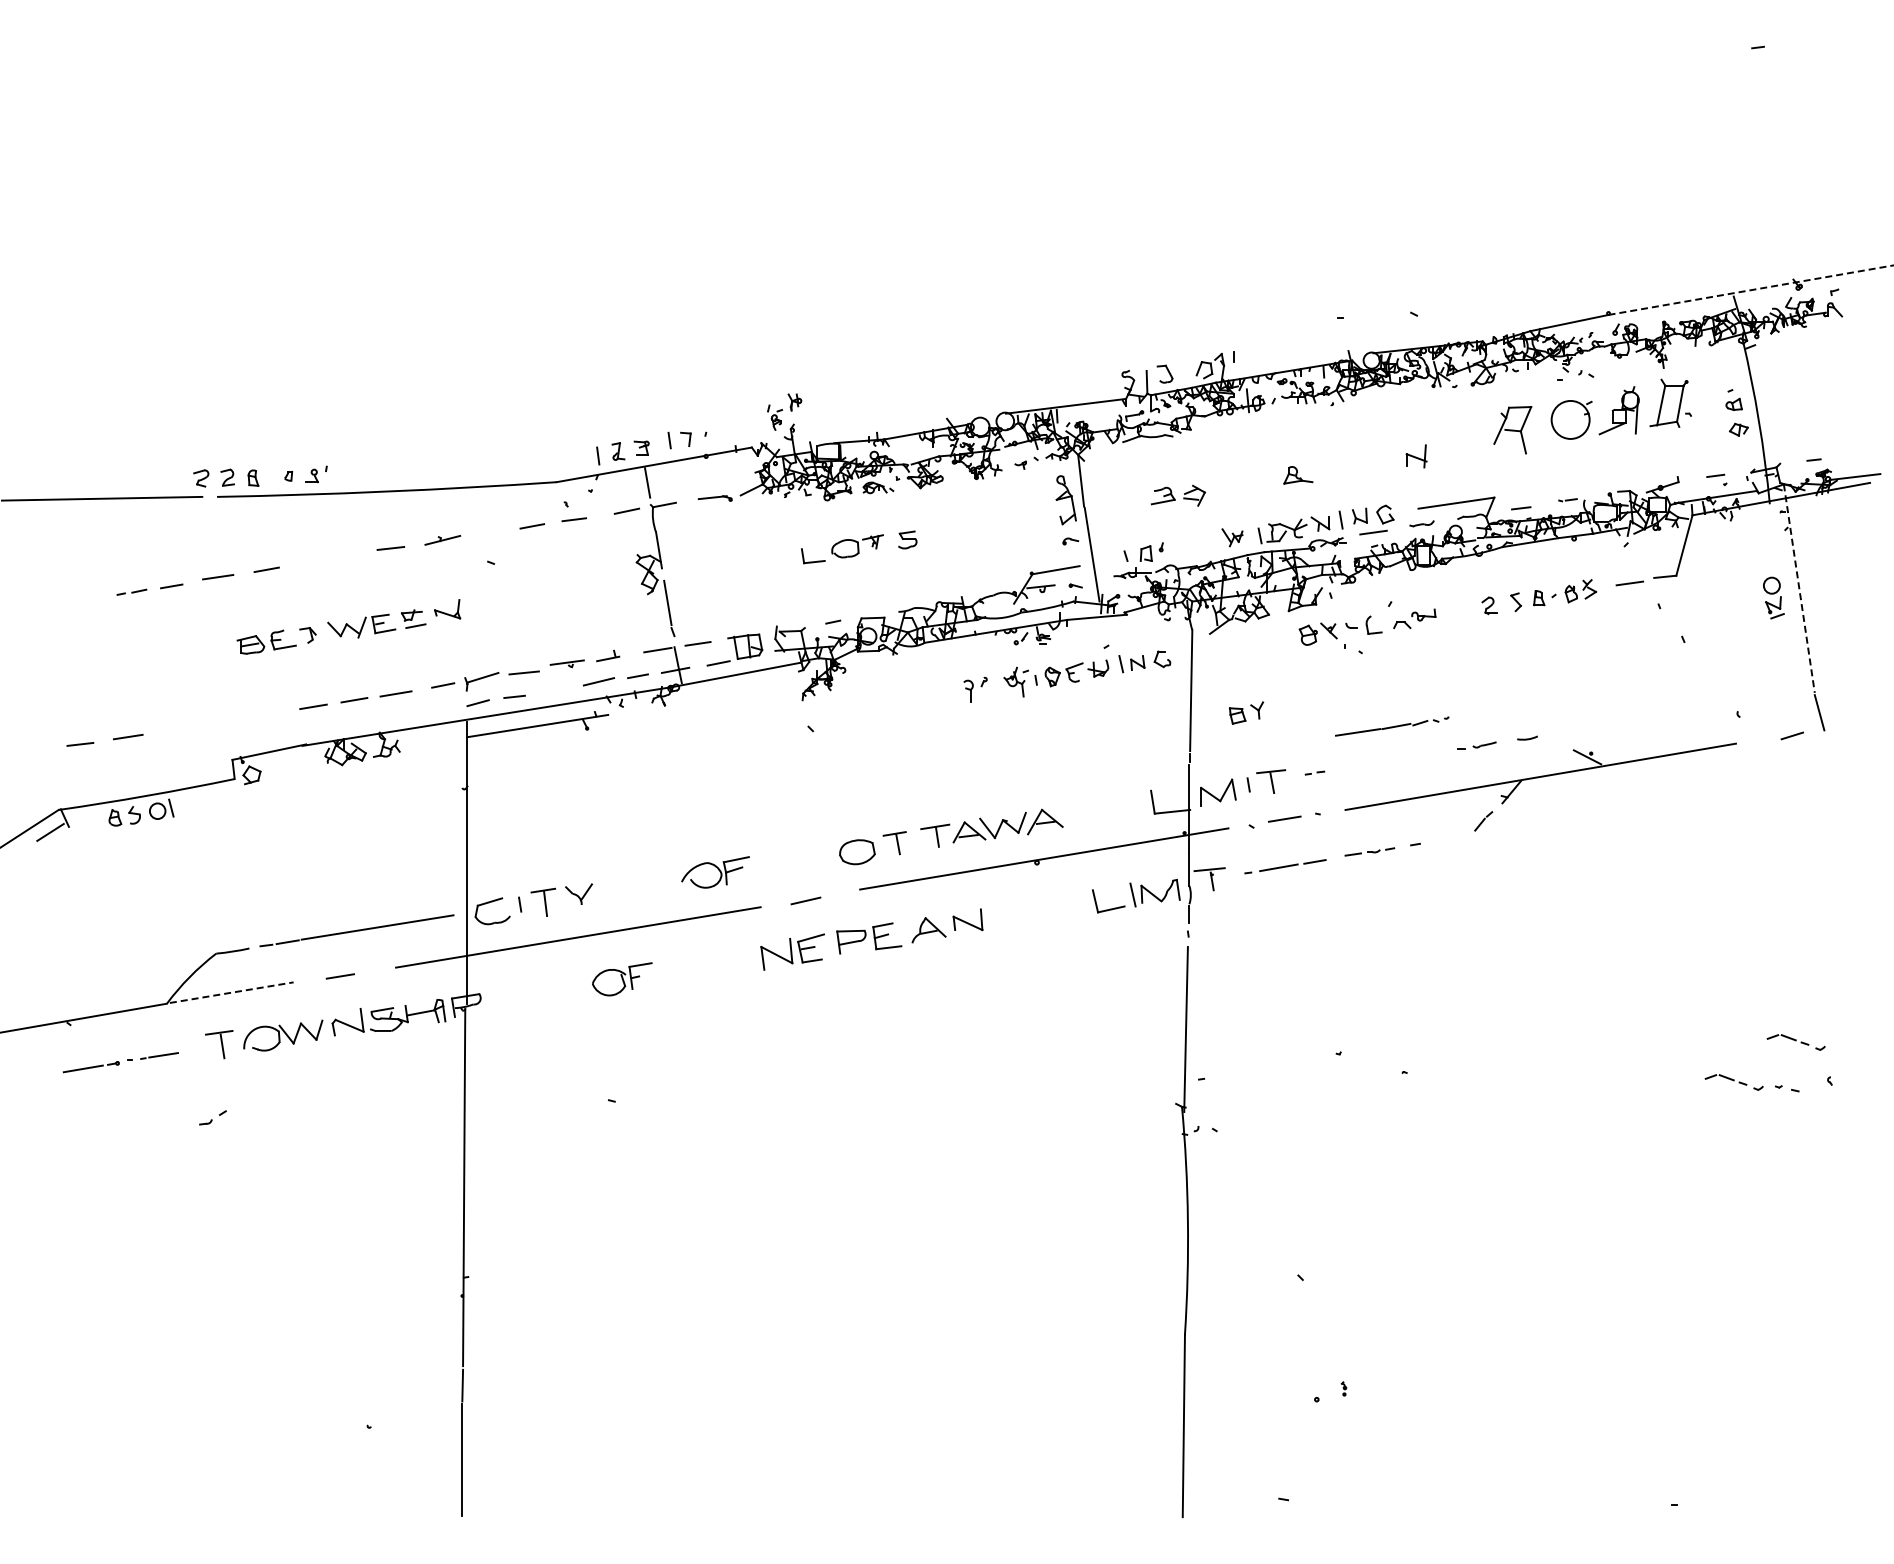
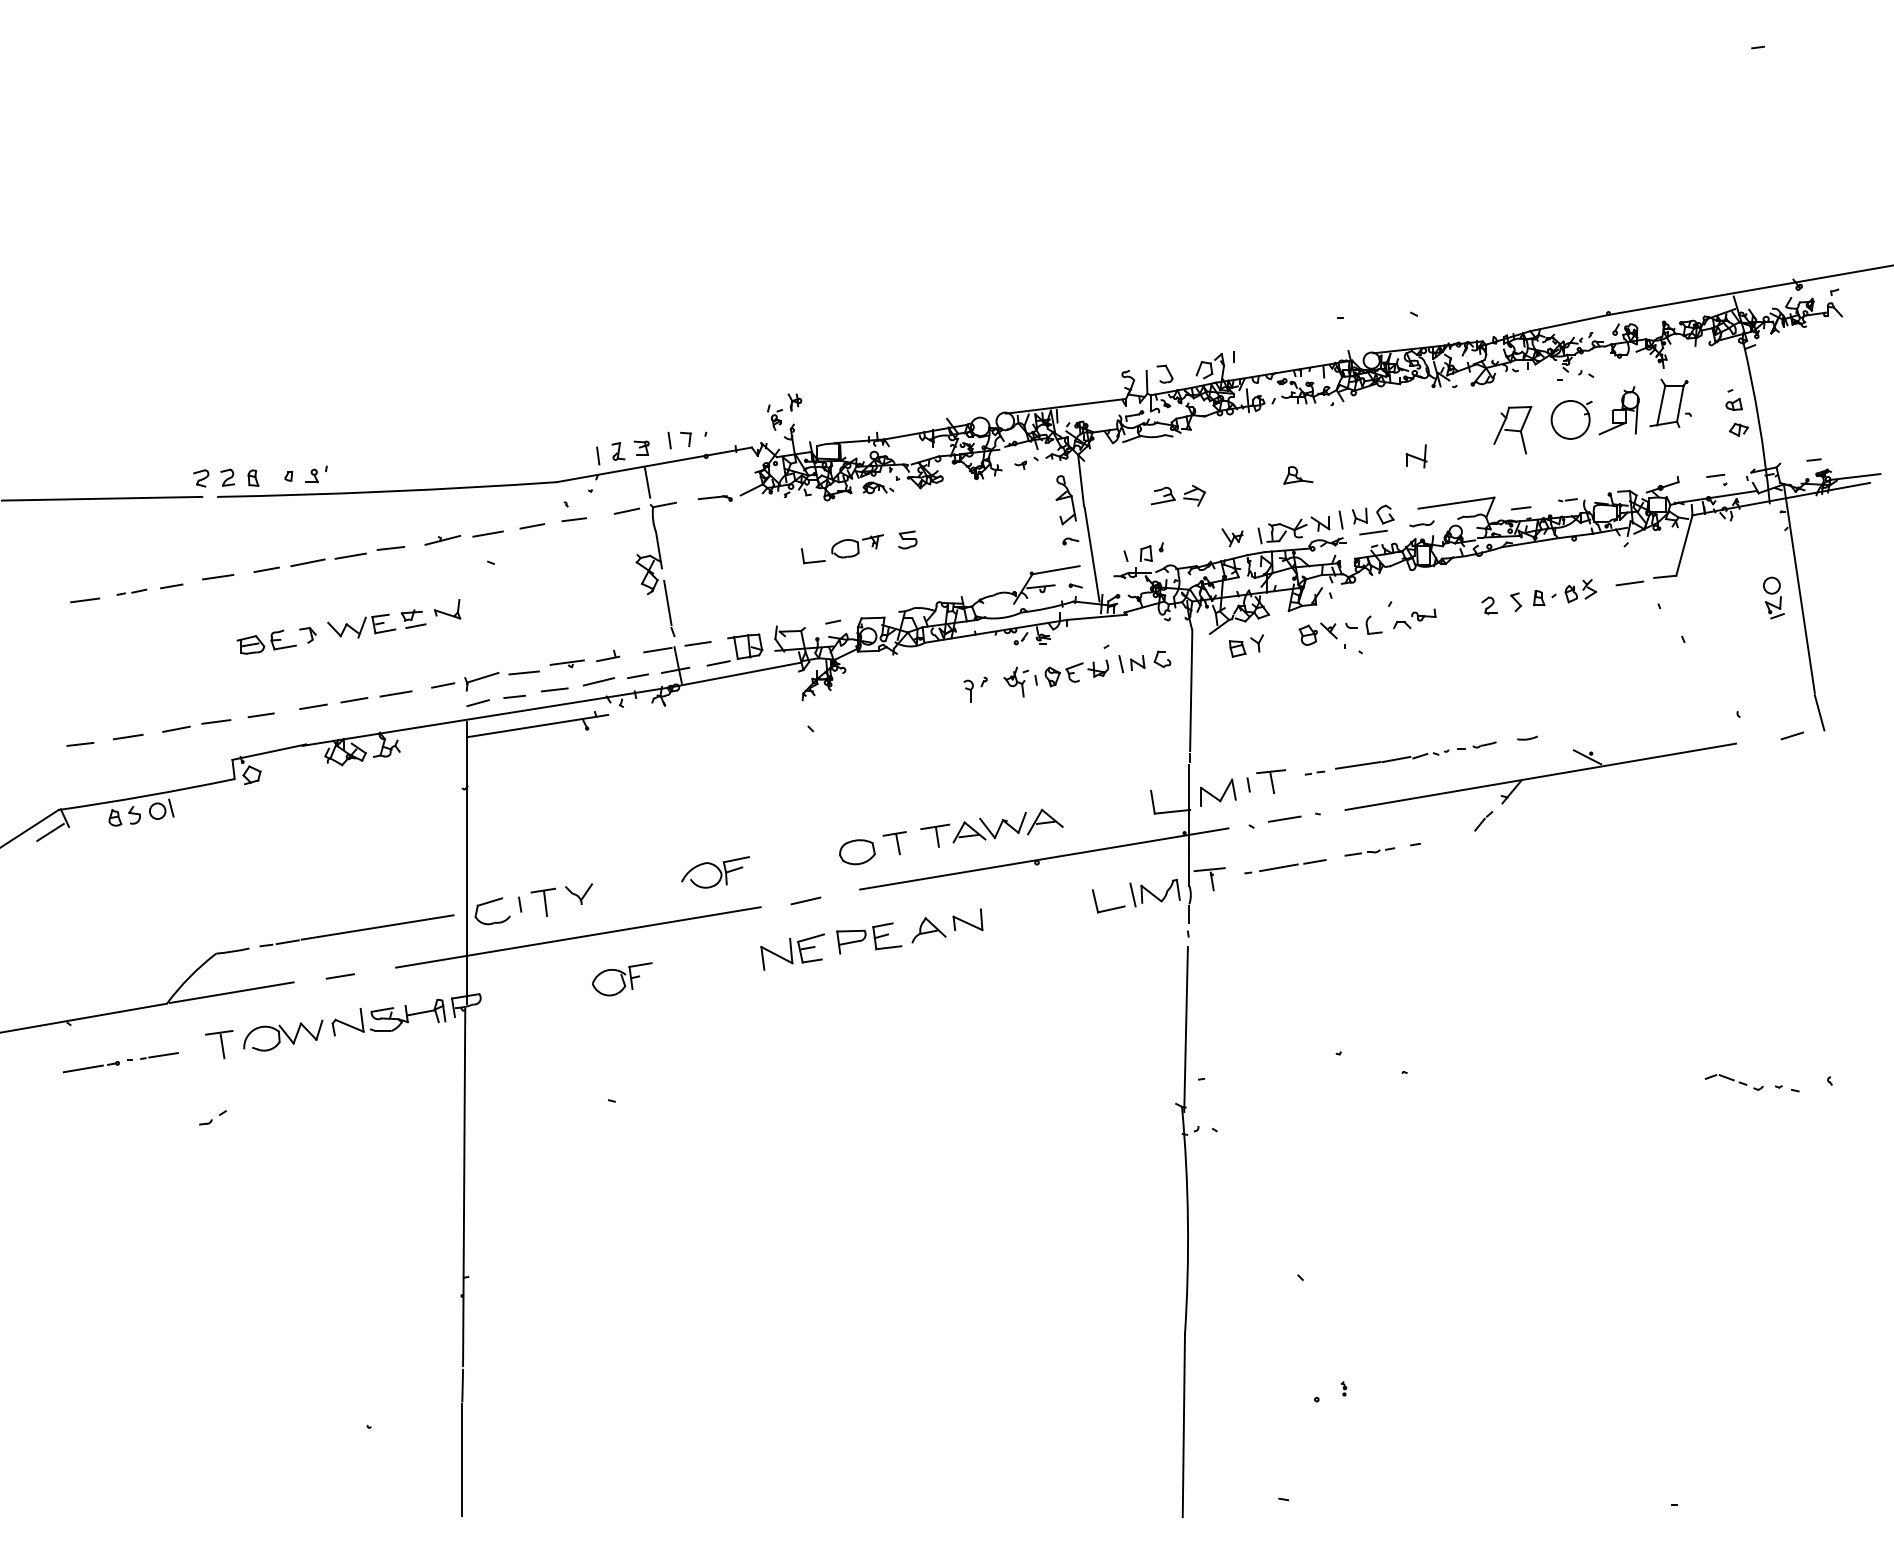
line at (1751, 290): dashed -> solid
line at (487, 533): none -> present
line at (350, 555): none -> present
line at (307, 562): none -> present
line at (1799, 589): dashed -> solid
line at (85, 600): none -> present
line at (554, 689): none -> present
part at (1246, 712) position: (1246, 712) -> (1246, 645)
line at (260, 715): none -> present
line at (216, 721): none -> present
part at (1392, 726) position: (1392, 726) -> (1392, 759)
line at (176, 728): none -> present
line at (231, 992): dashed -> solid
part at (1795, 1042): present -> none
